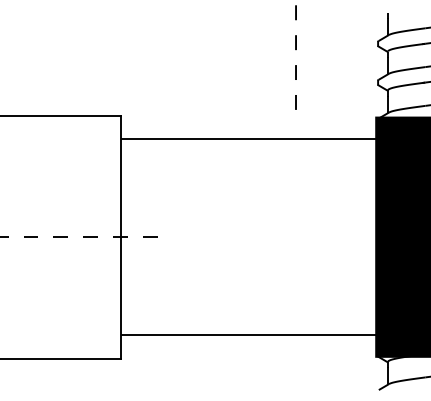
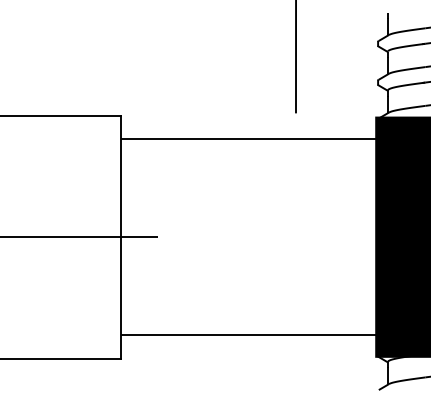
line at (296, 57): dashed -> solid
line at (79, 237): dashed -> solid
